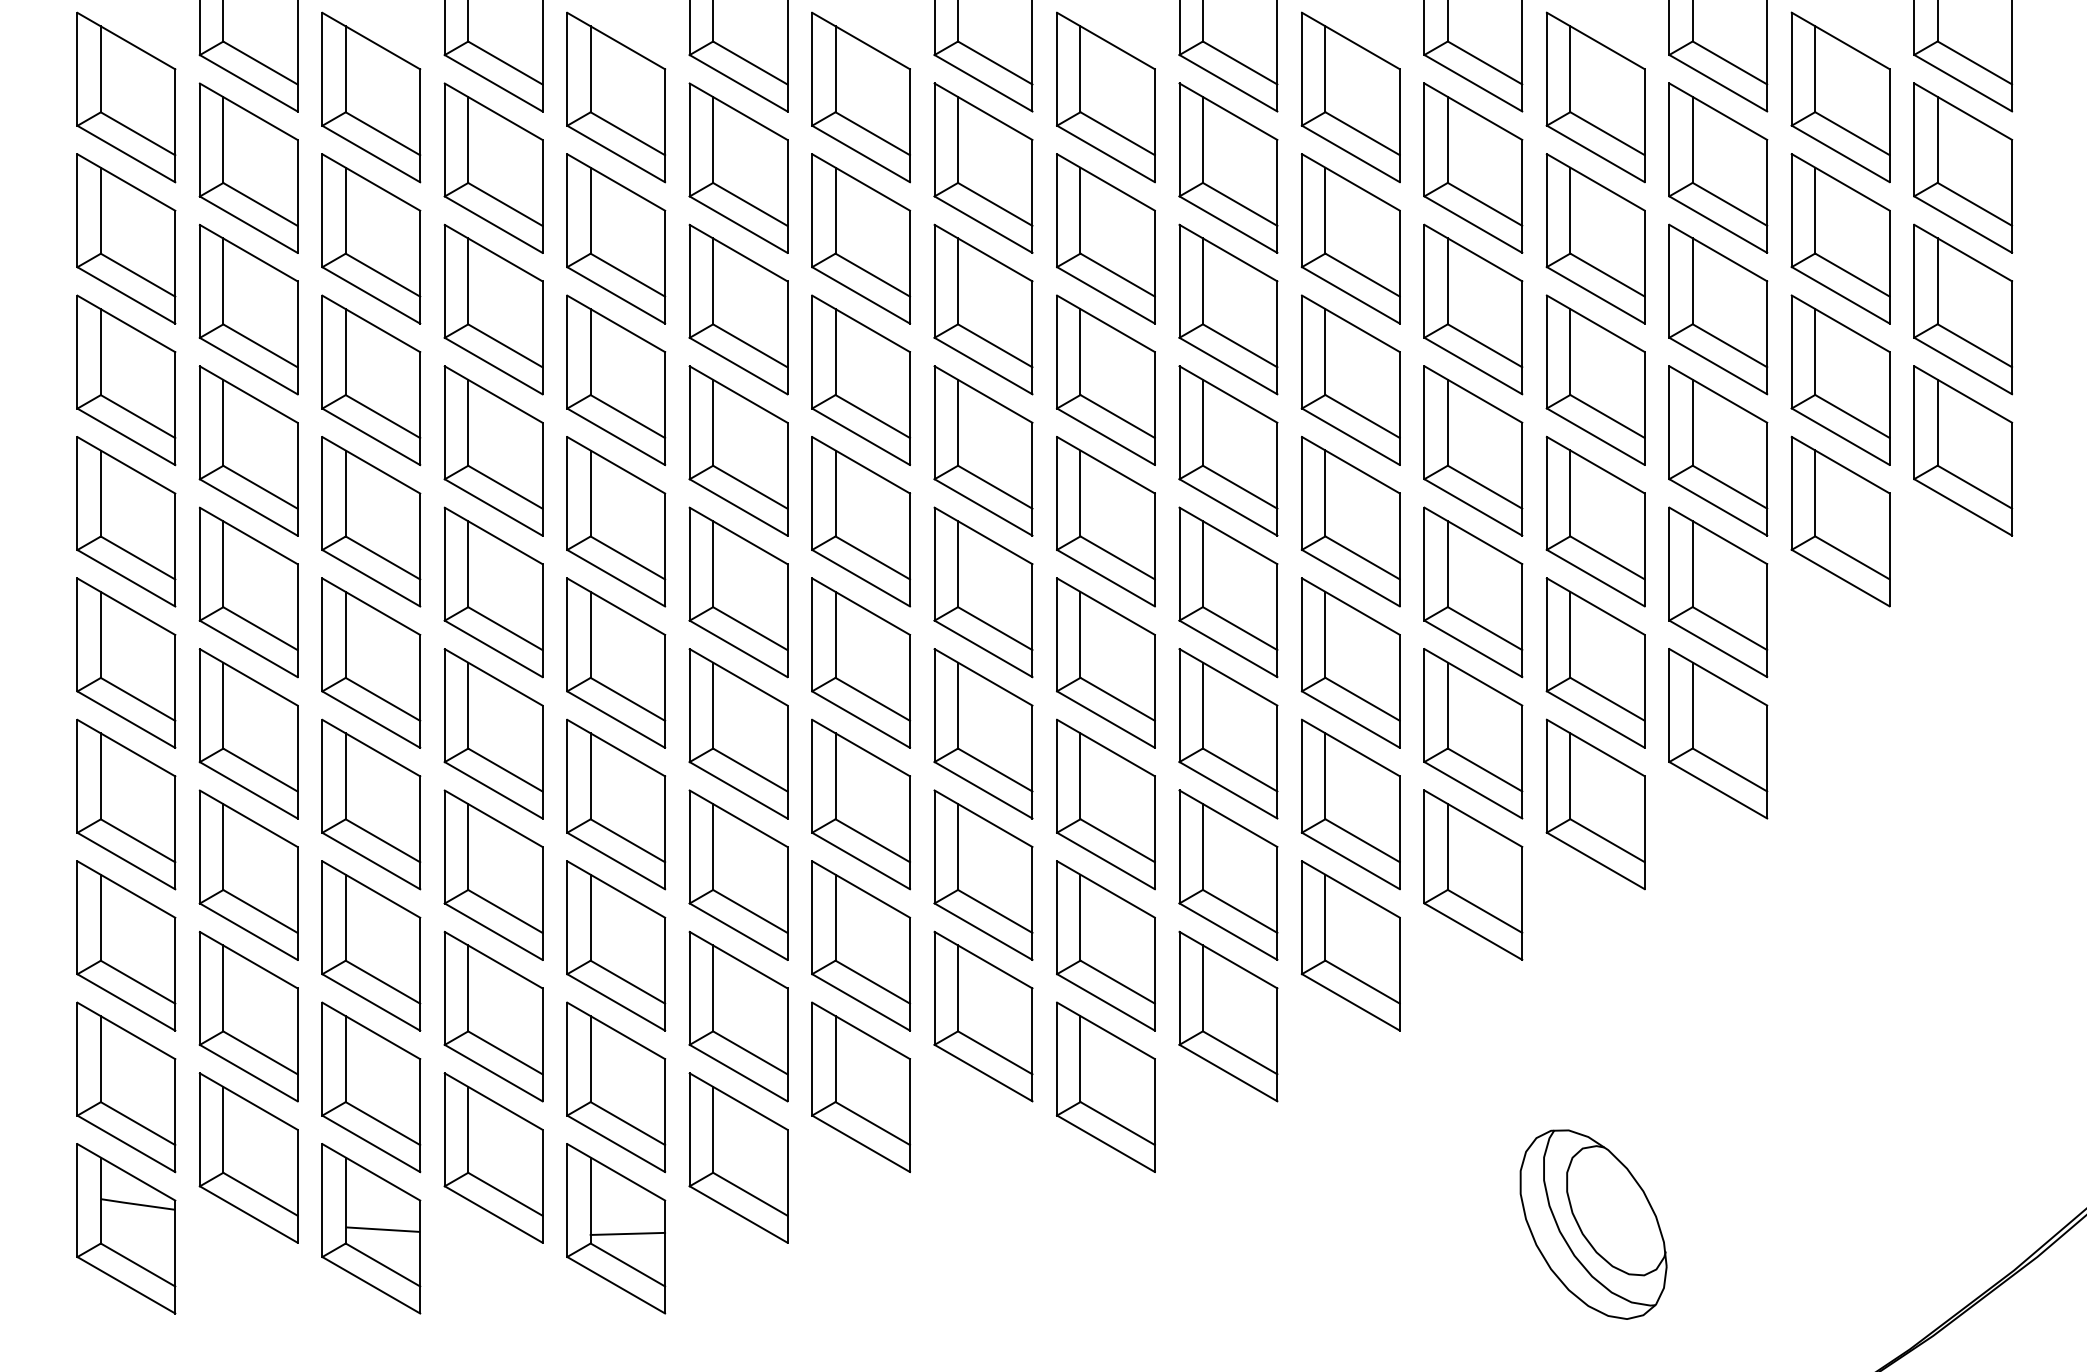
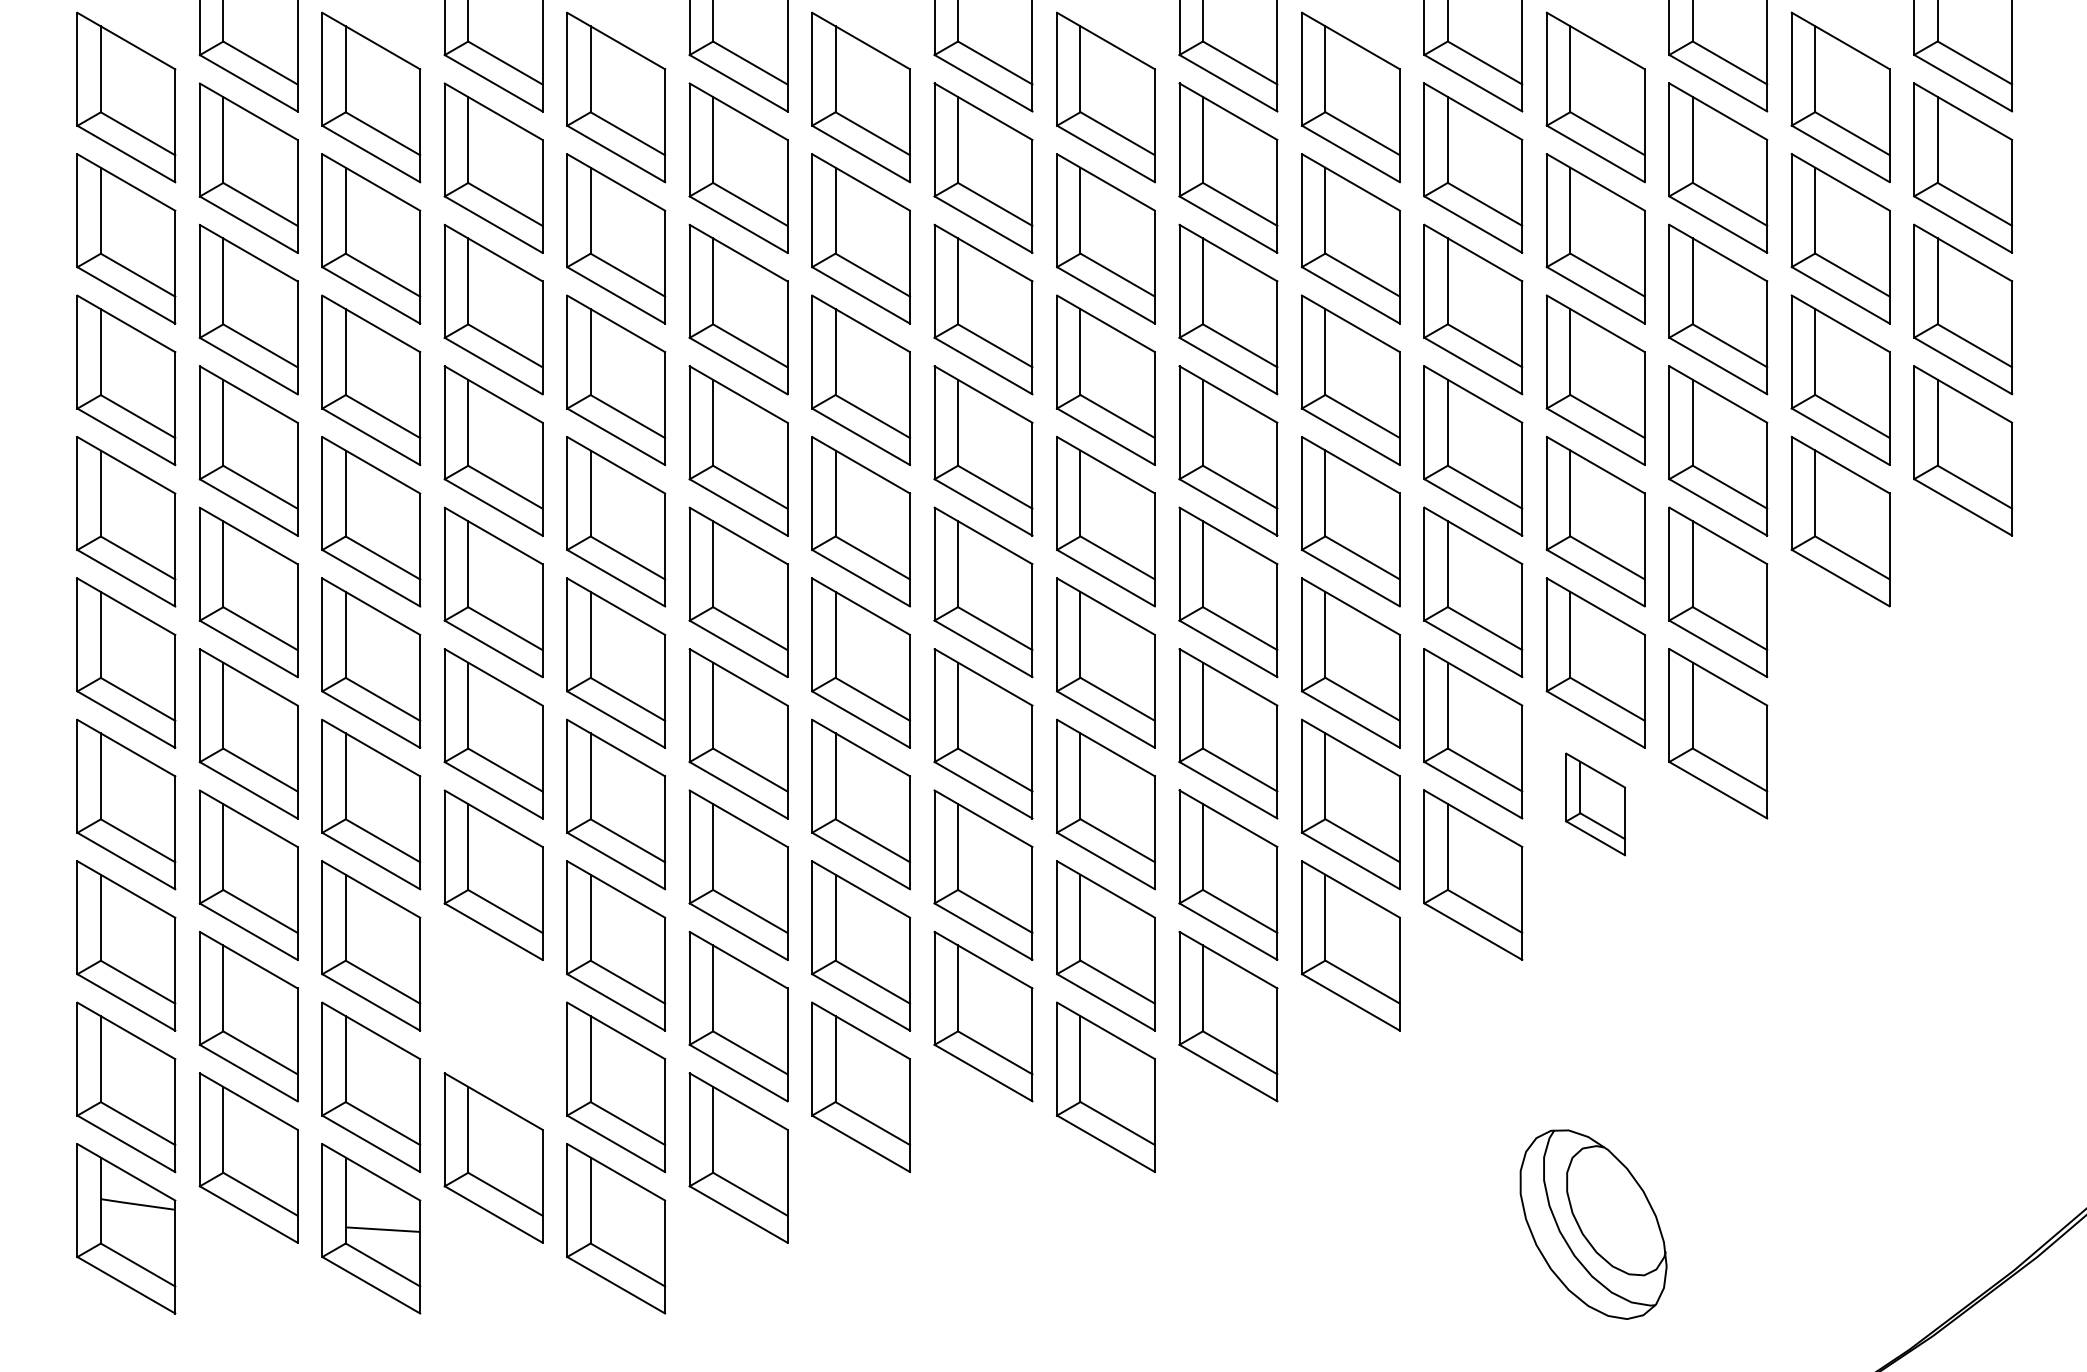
part at (1595, 804) size: 101x173 px -> 62x105 px
part at (493, 1016): present -> none
line at (627, 1233): present -> none
